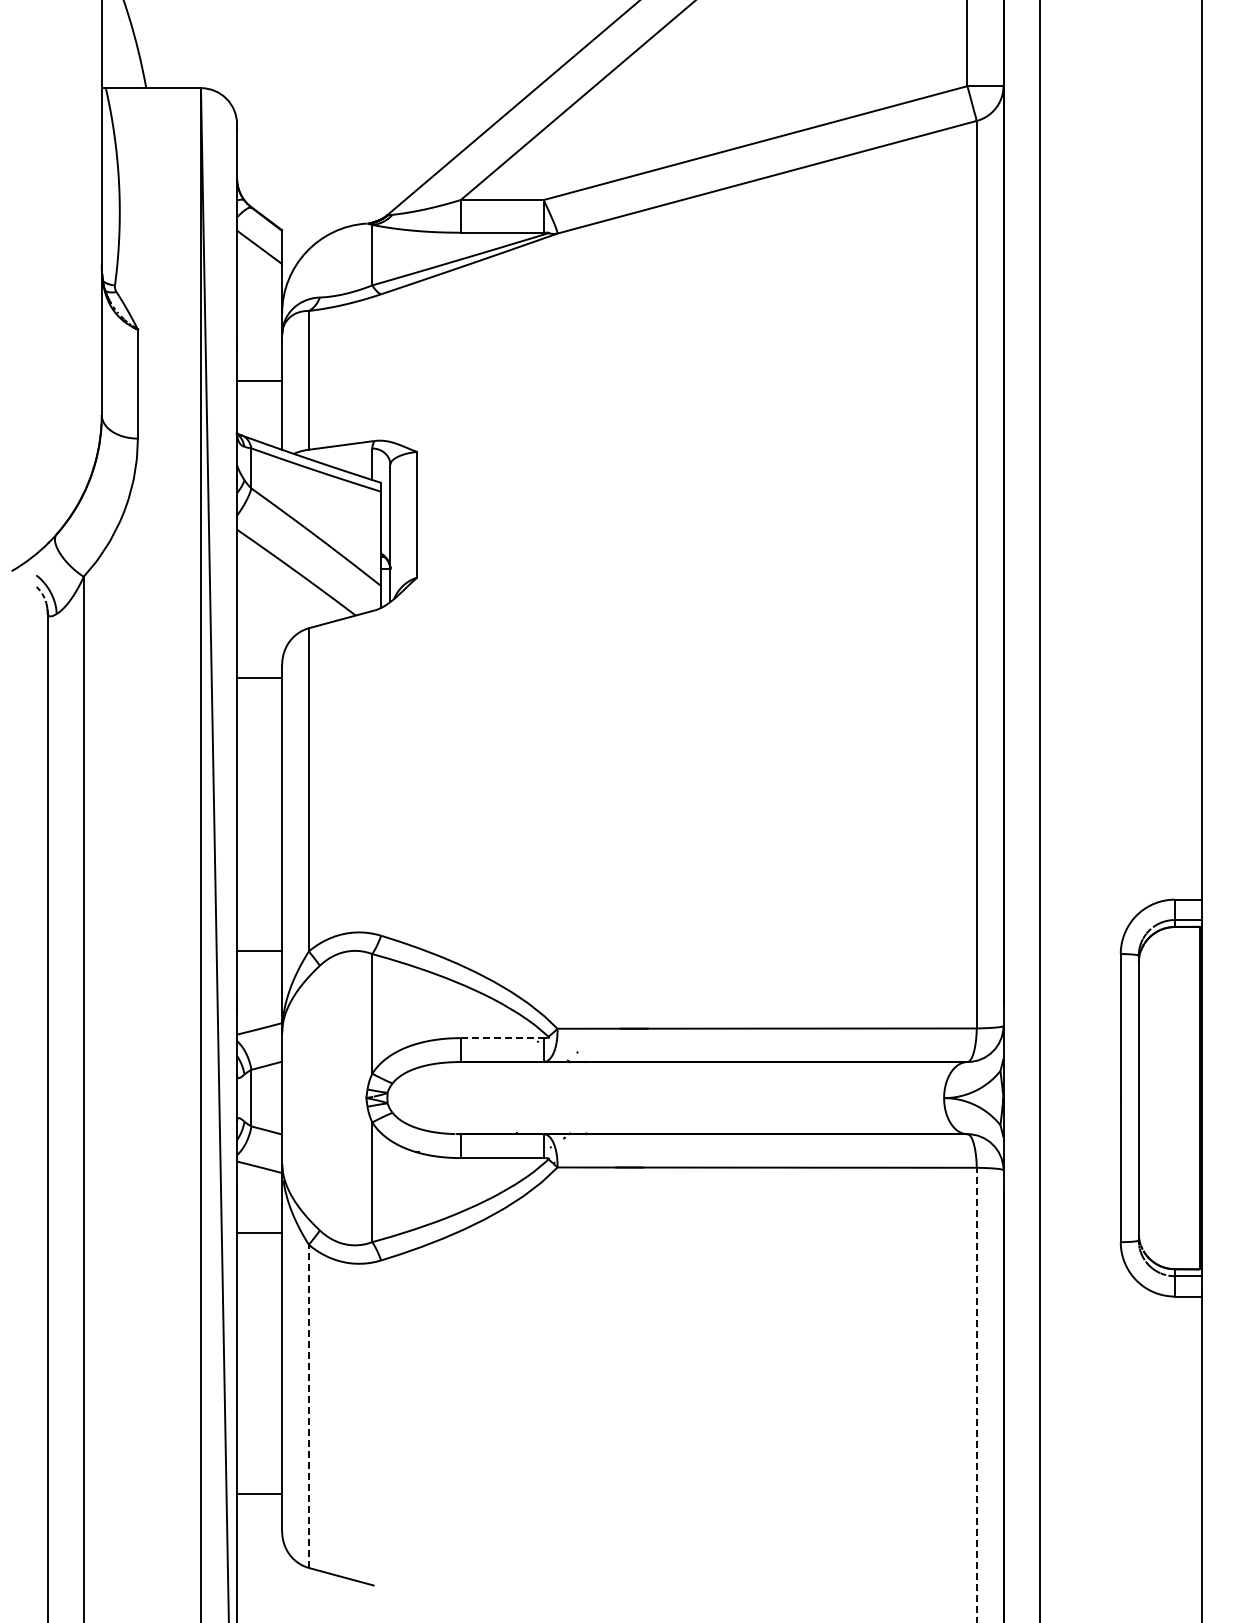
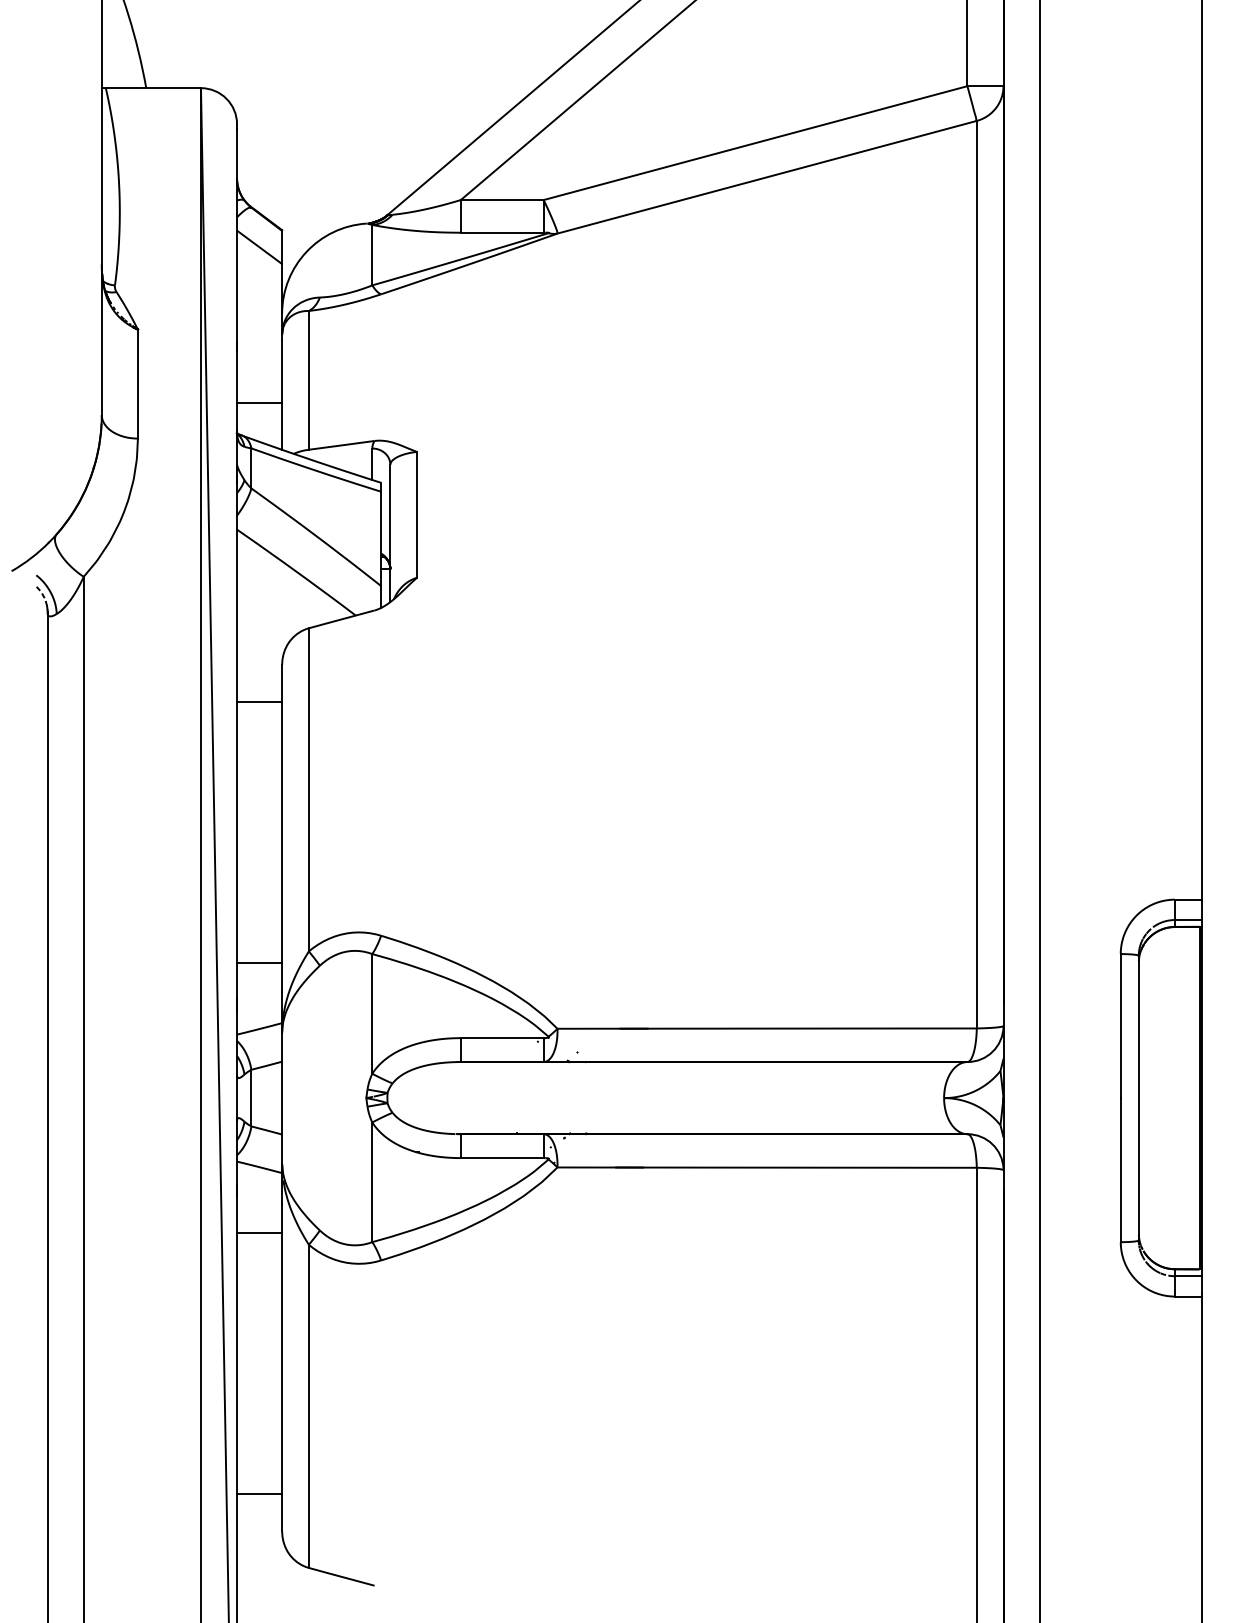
line at (259, 381) position: (259, 381) -> (259, 403)
line at (259, 678) position: (259, 678) -> (259, 702)
line at (259, 951) position: (259, 951) -> (259, 963)
line at (502, 1038): dashed -> solid
line at (976, 1394): dashed -> solid
line at (308, 1406): dashed -> solid
